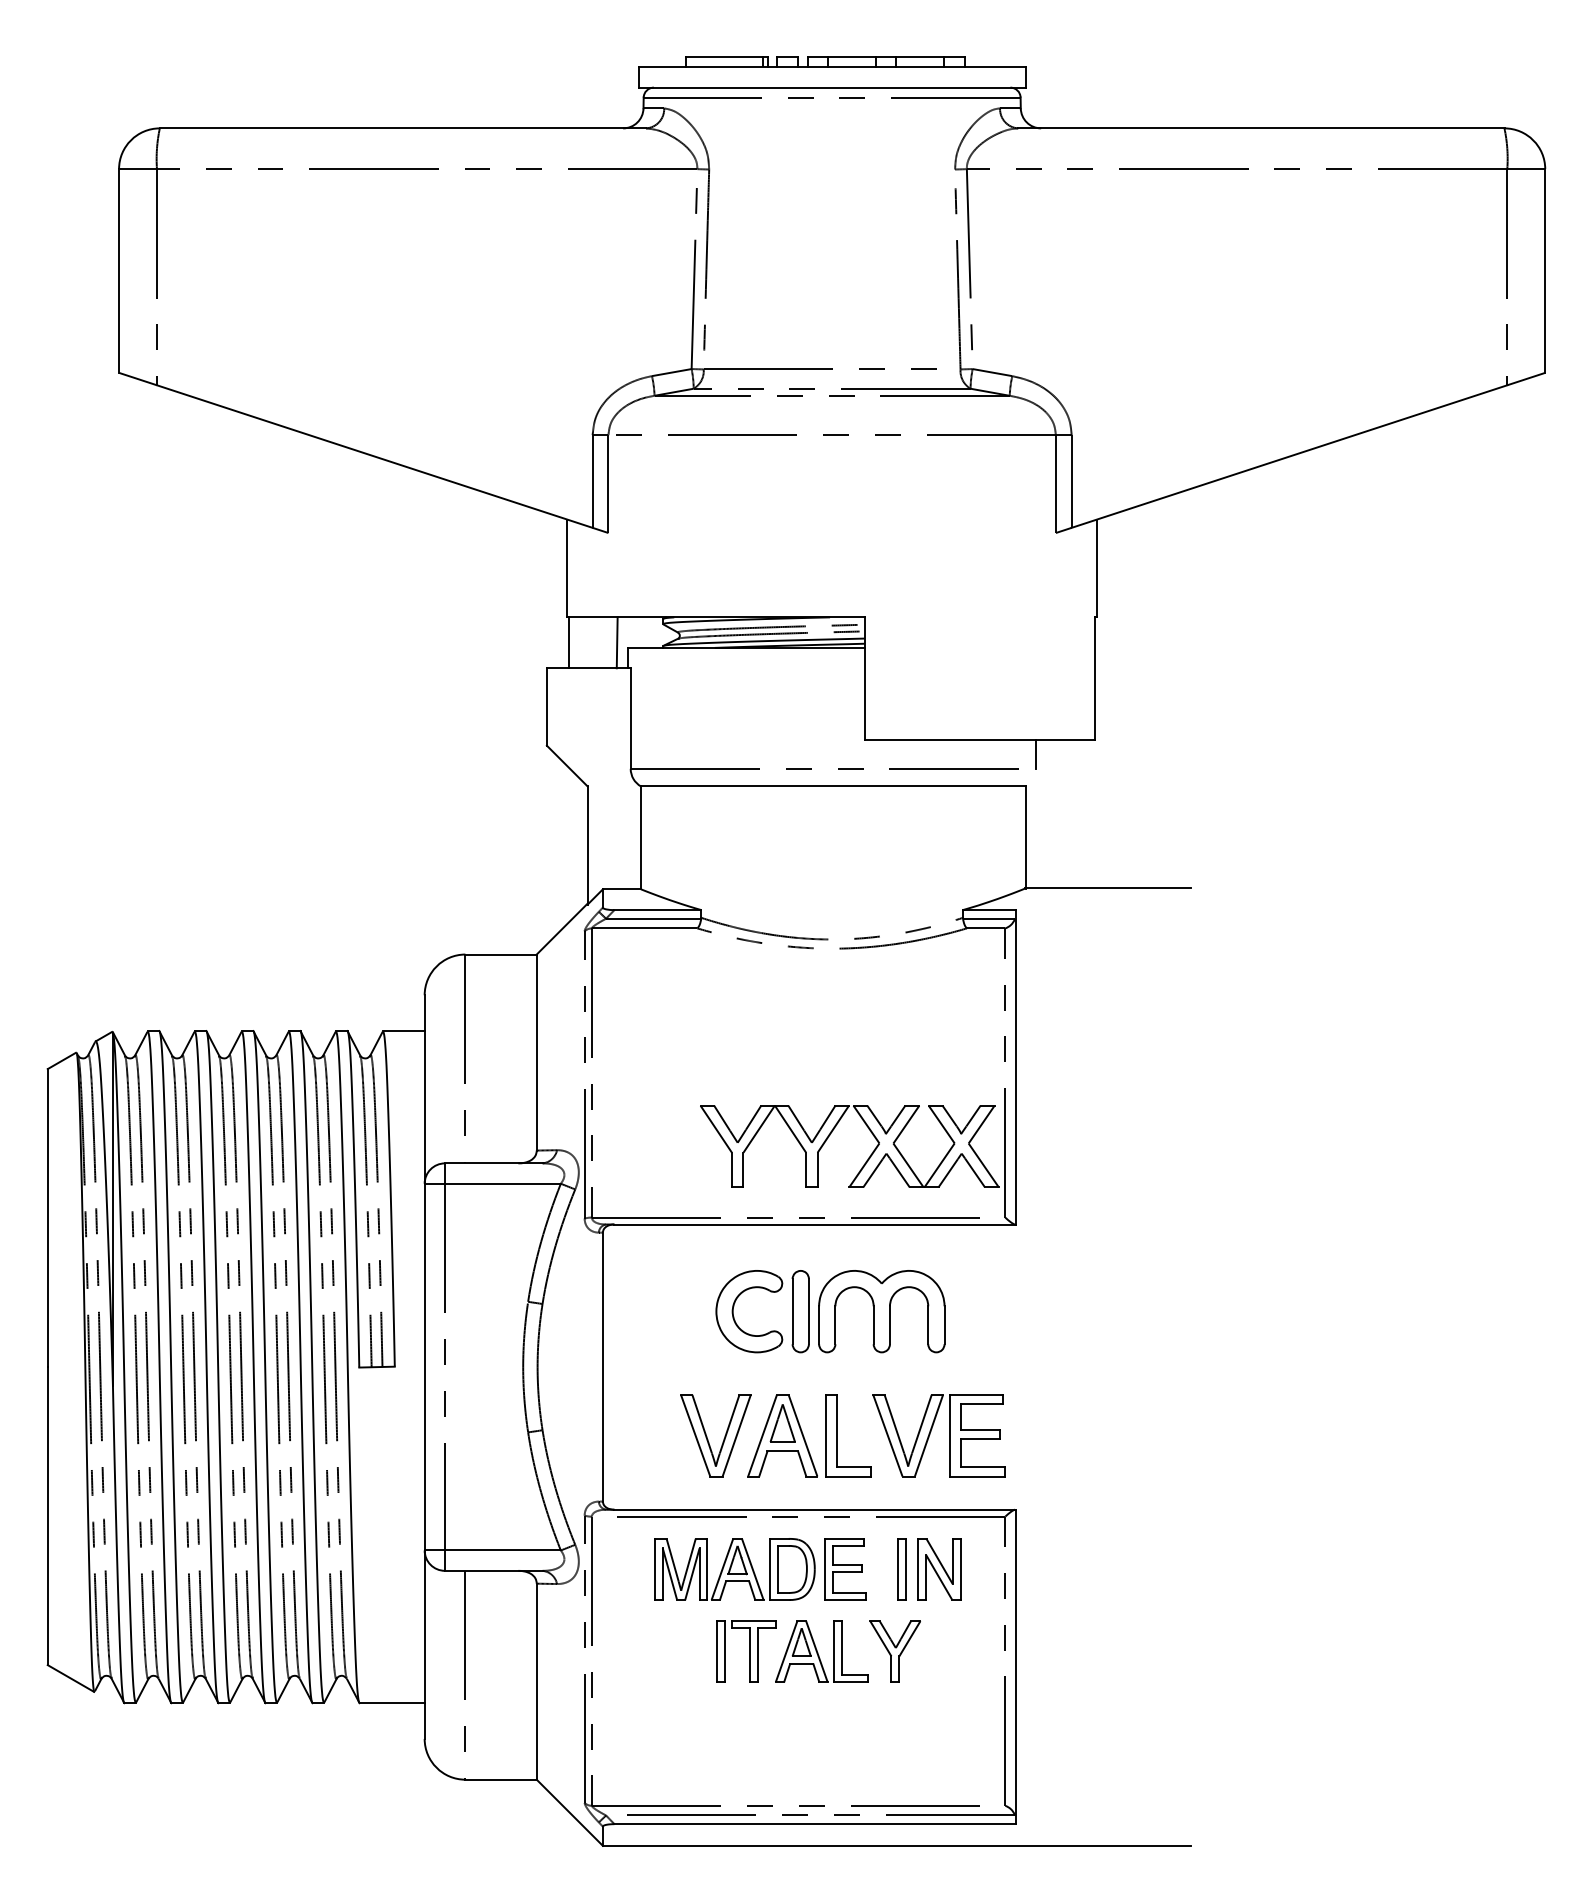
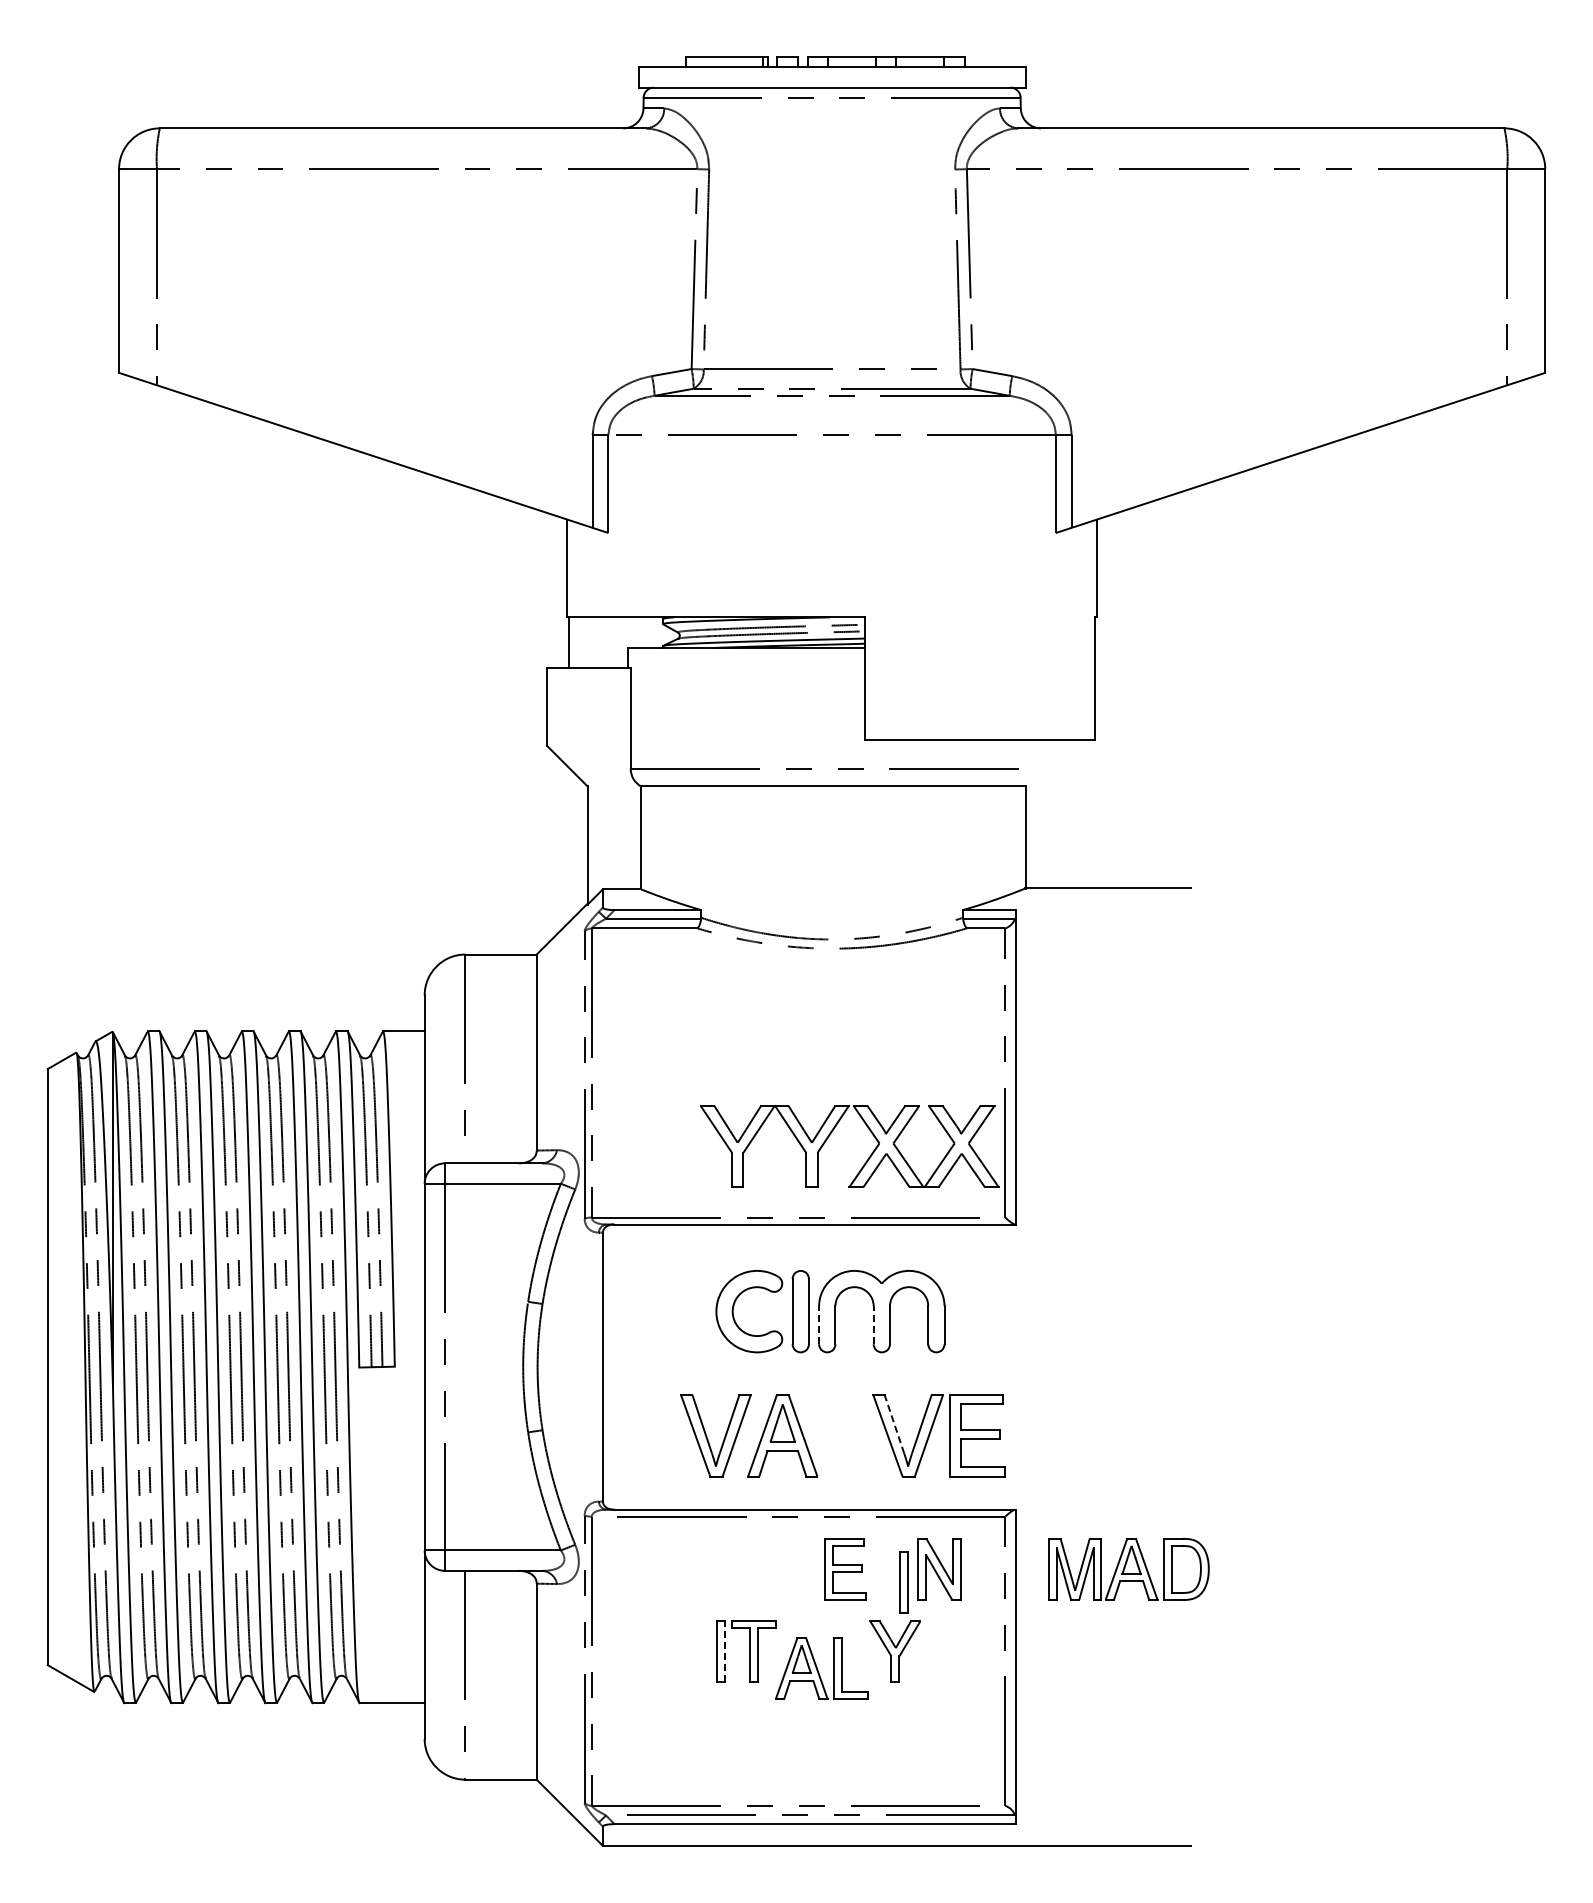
line at (616, 642): present -> none
line at (1035, 753): present -> none
line at (819, 1325): solid -> dashed
line at (873, 1325): solid -> dashed
line at (894, 1423): solid -> dashed
part at (837, 1435): present -> none
part at (734, 1569) position: (734, 1569) -> (1128, 1569)
part at (901, 1569) position: (901, 1569) -> (903, 1582)
line at (724, 1651): solid -> dashed
part at (821, 1651) position: (821, 1651) -> (821, 1668)
